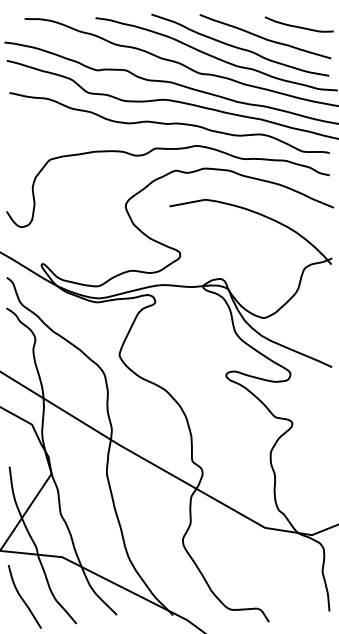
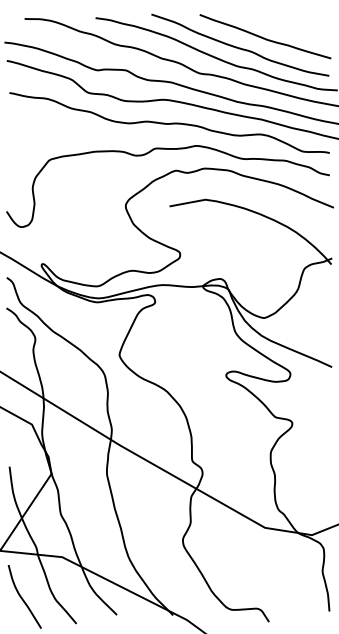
curve at (298, 26): present -> none
